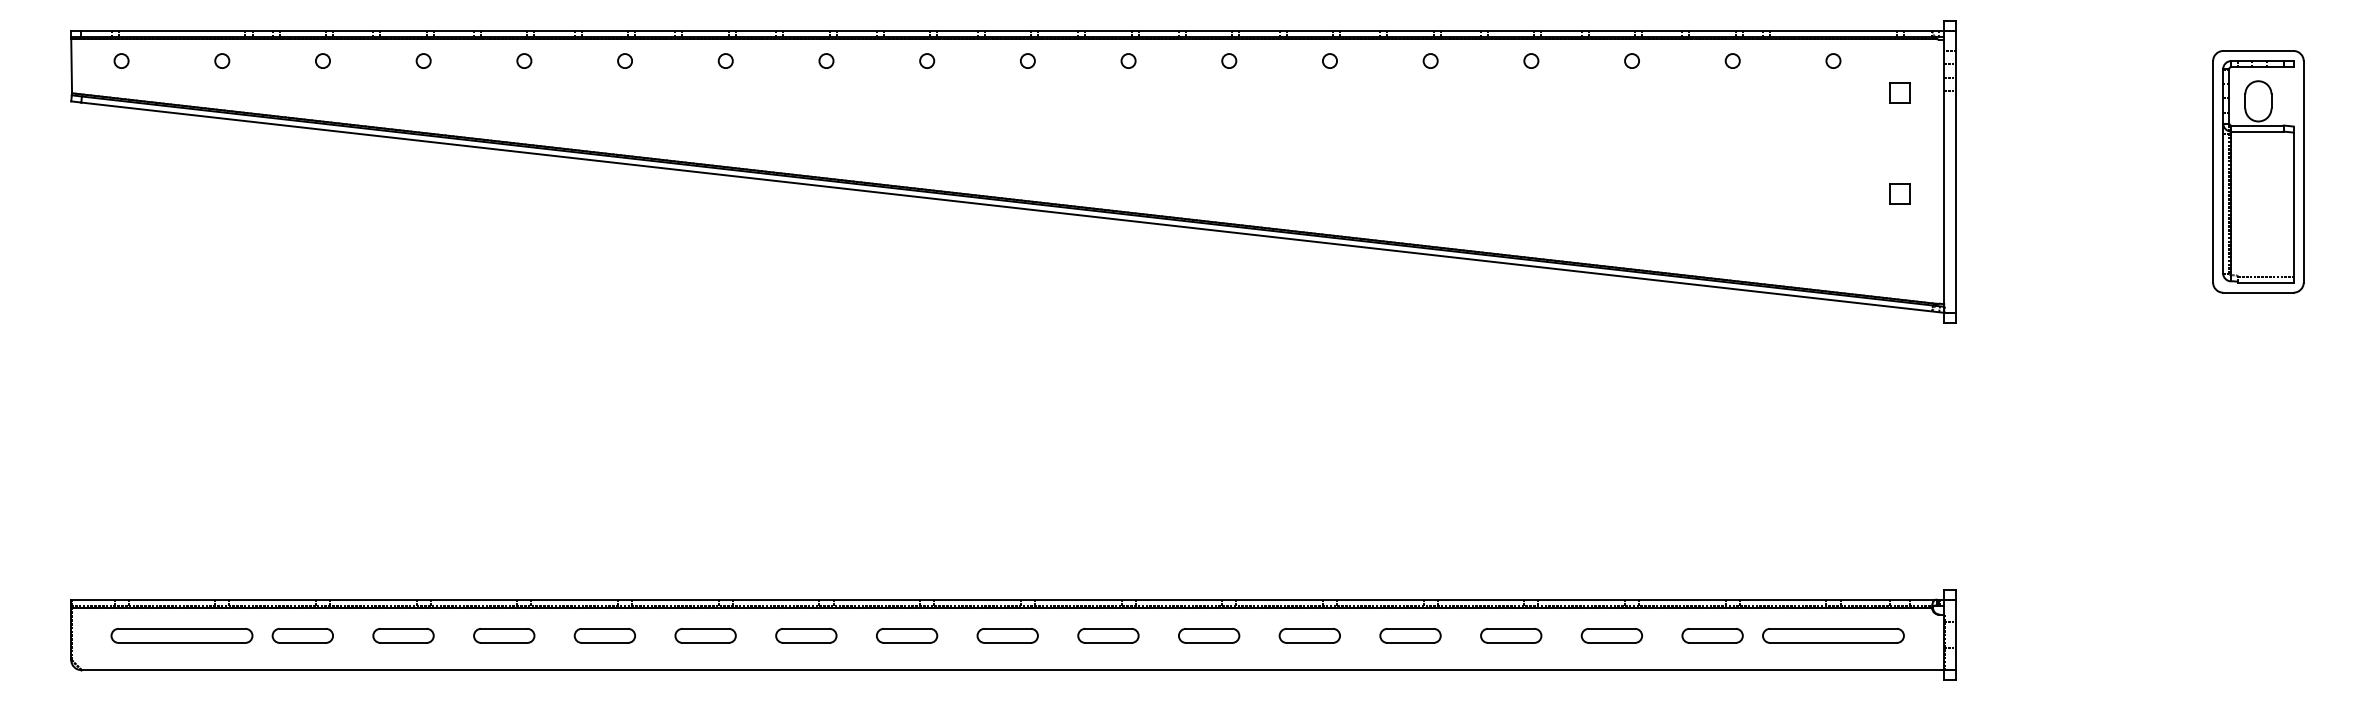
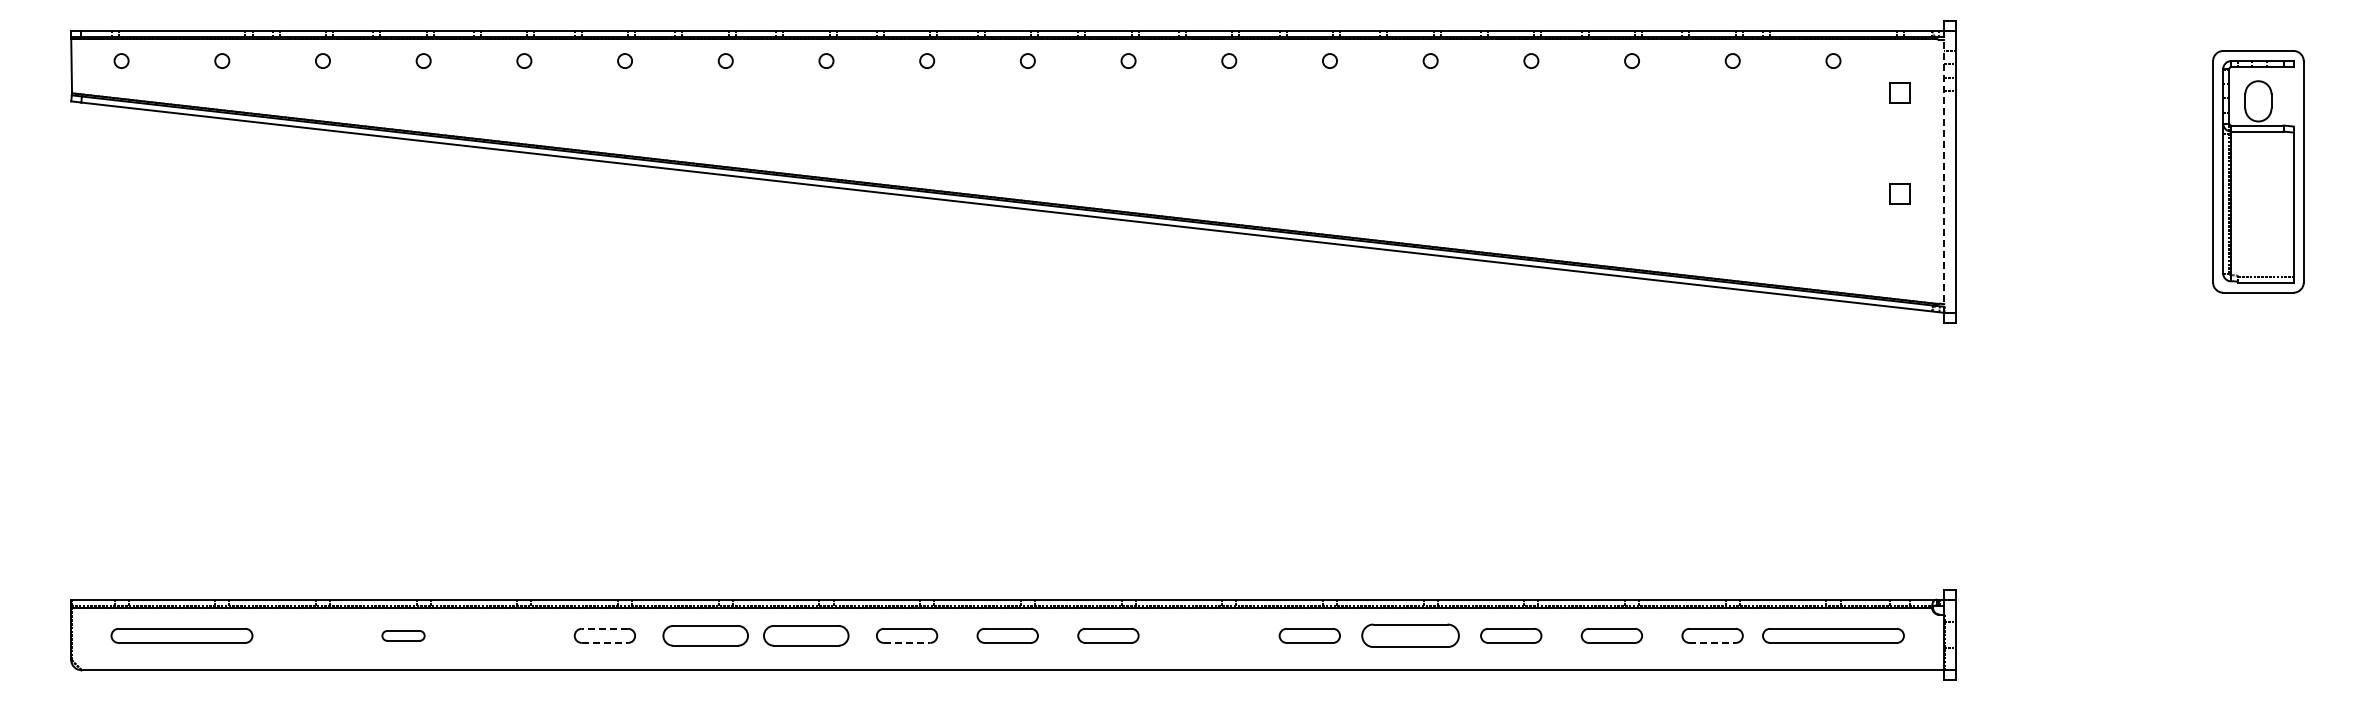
line at (1944, 171): solid -> dashed
line at (604, 628): solid -> dashed
part at (302, 635): present -> none
part at (403, 635) size: 63x16 px -> 45x12 px
part at (504, 635): present -> none
part at (705, 635) size: 63x16 px -> 87x22 px
part at (806, 635) size: 63x16 px -> 87x22 px
part at (1209, 635): present -> none
part at (1410, 635) size: 63x16 px -> 99x25 px
line at (605, 642): solid -> dashed
line at (907, 642): solid -> dashed
line at (1713, 642): solid -> dashed
